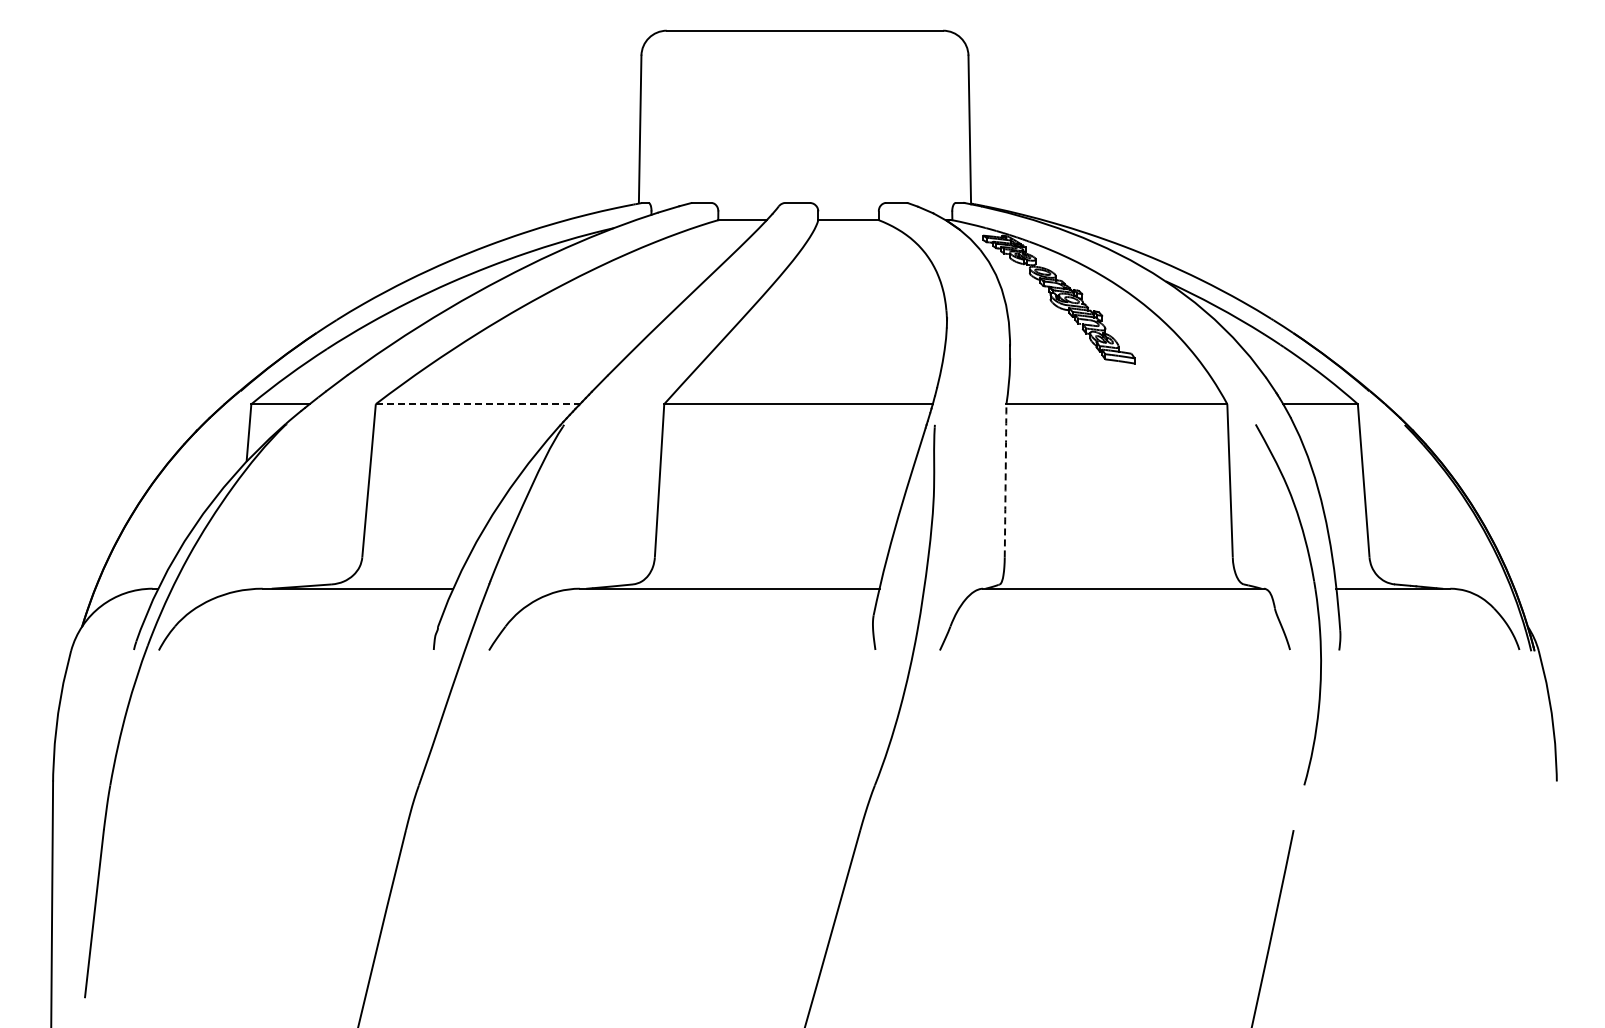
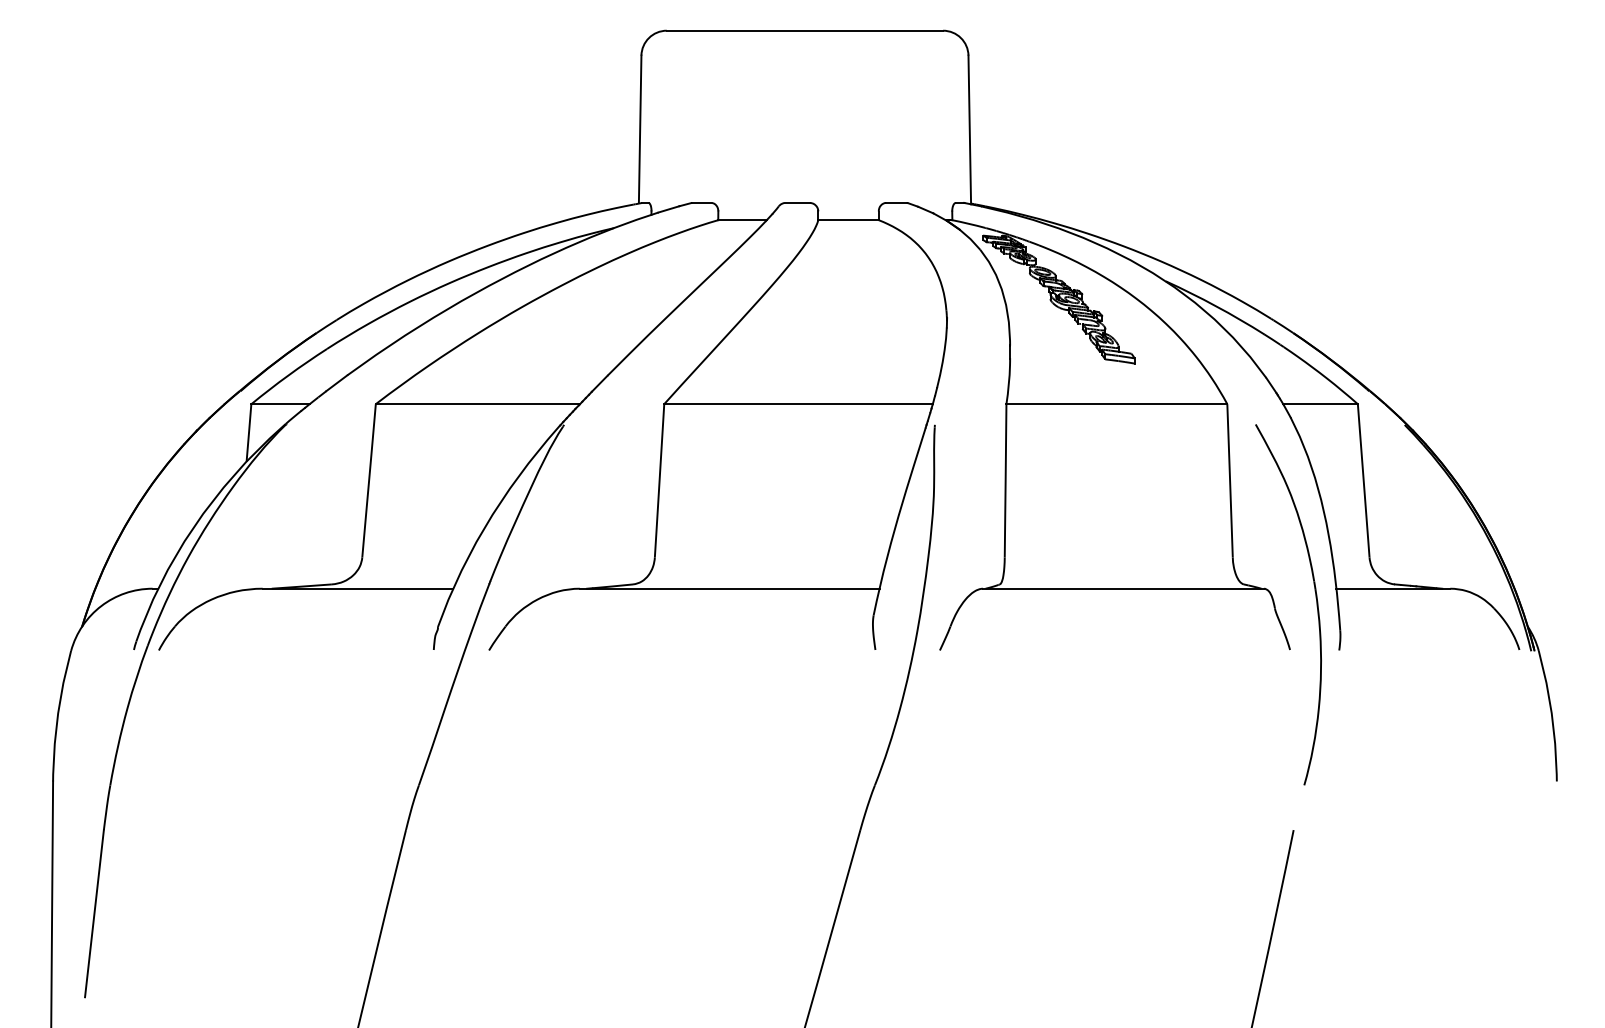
line at (478, 404): dashed -> solid
arc at (1005, 480): dashed -> solid
